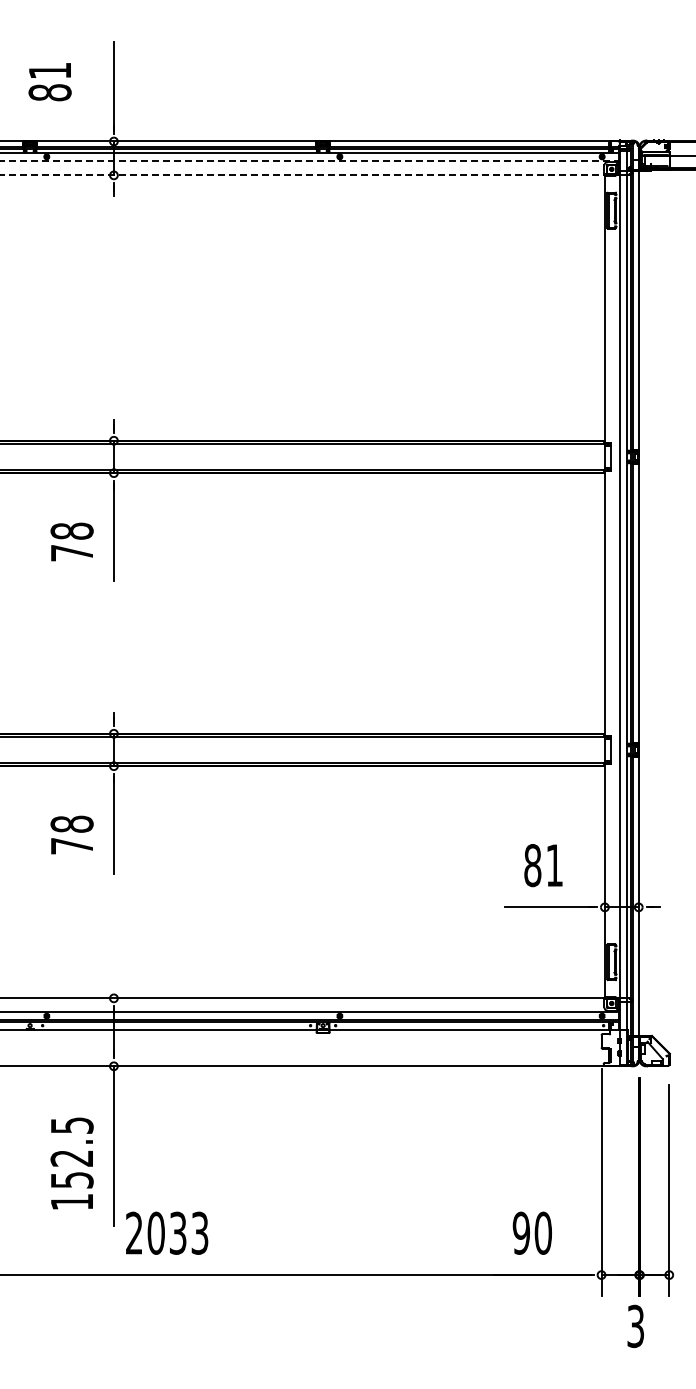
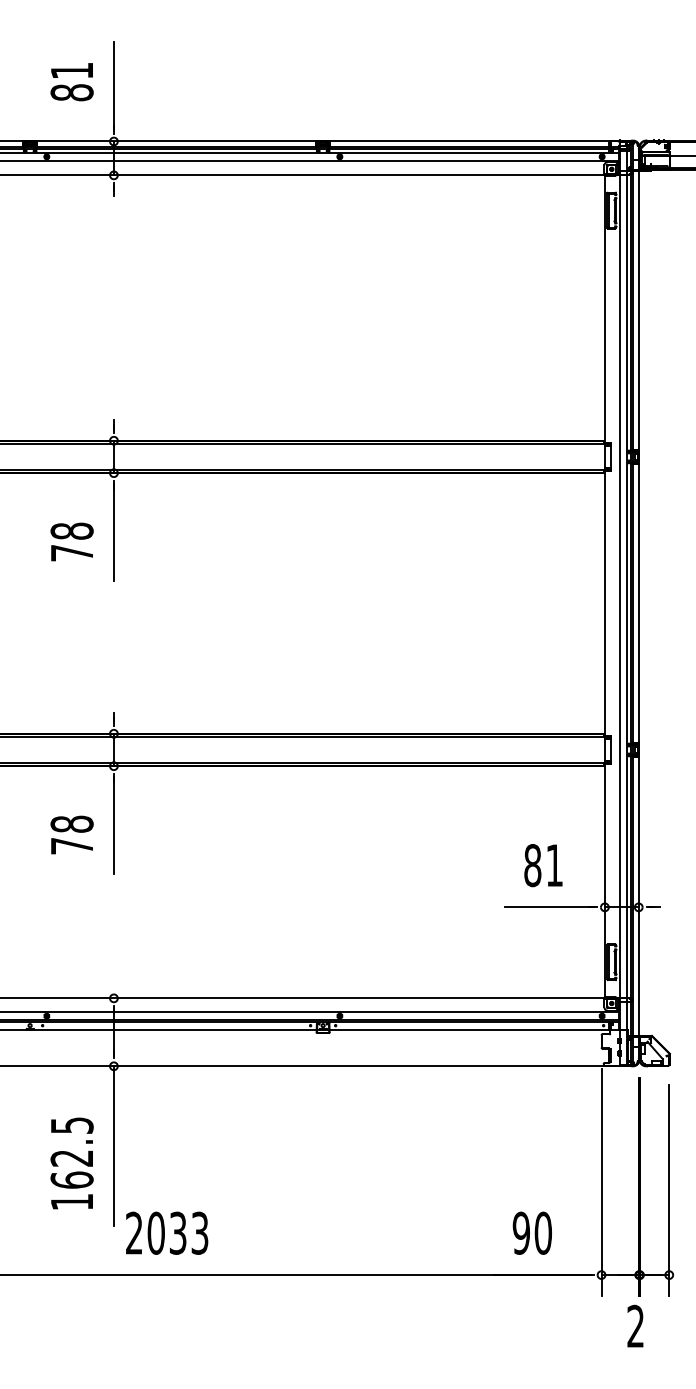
text at (49, 82) position: (49, 82) -> (71, 82)
line at (310, 160): dashed -> solid
line at (315, 175): dashed -> solid
text at (71, 1179): 152.5 -> 162.5
text at (635, 1326): 3 -> 2
